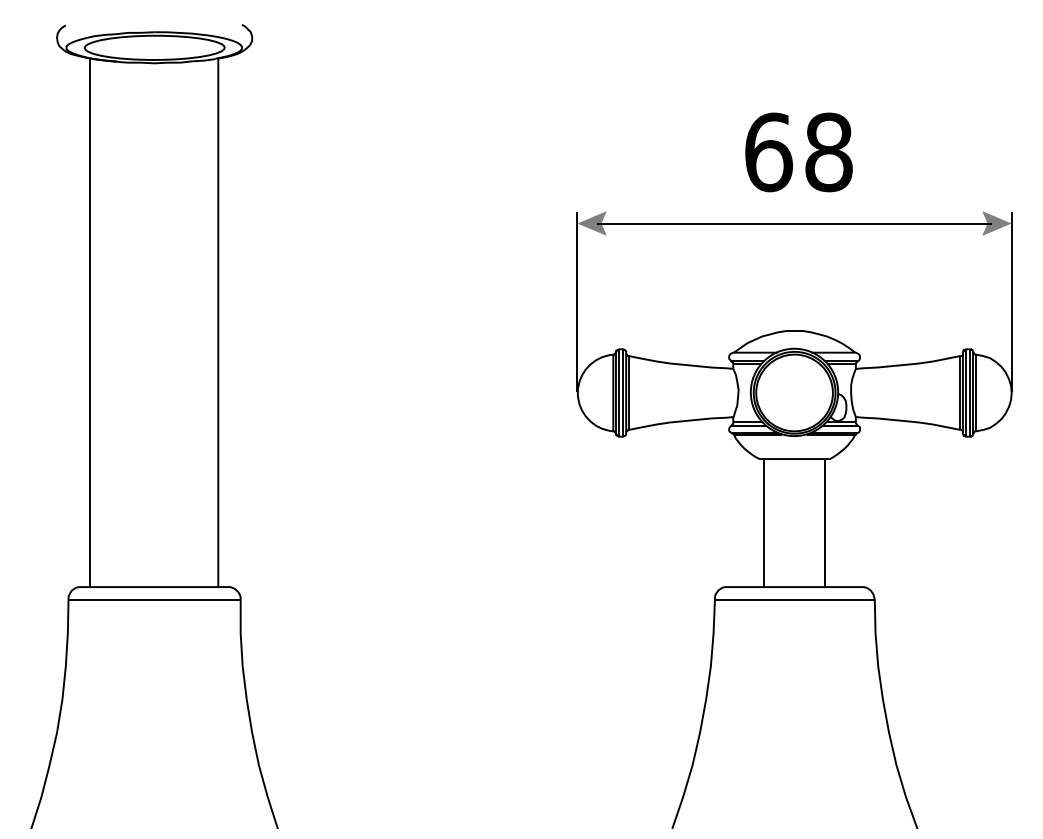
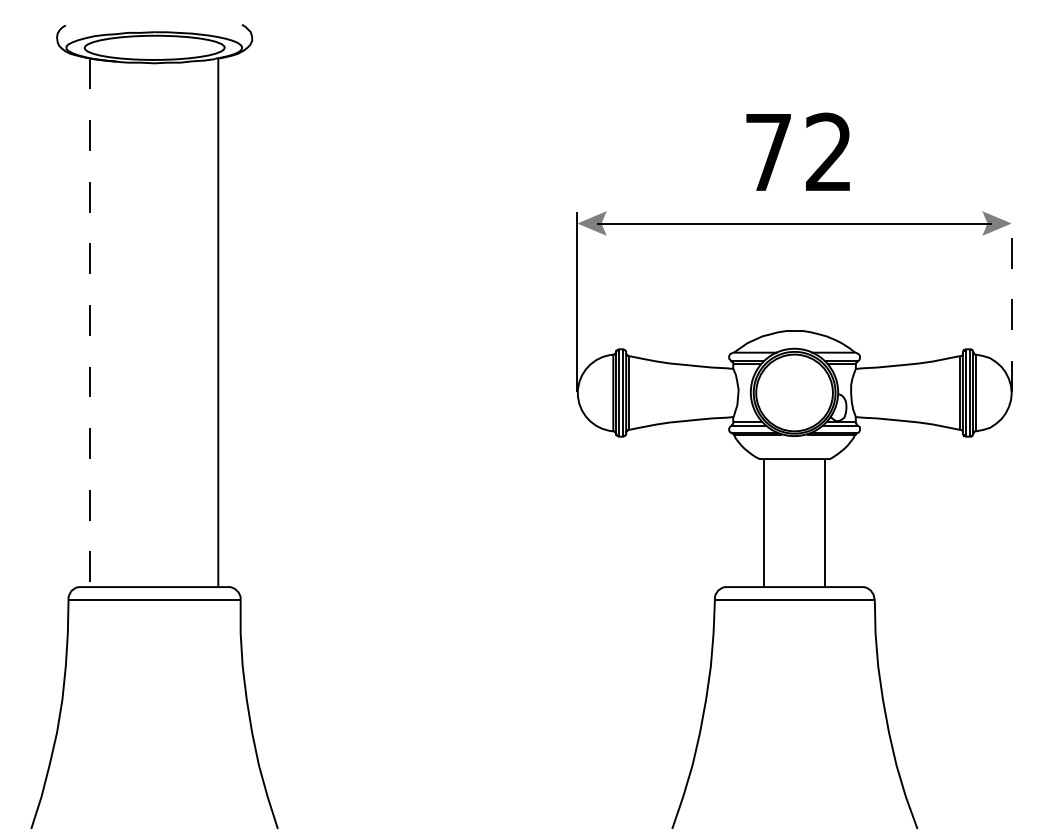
text at (798, 152): 68 -> 72
line at (1011, 302): solid -> dashed
line at (90, 323): solid -> dashed
